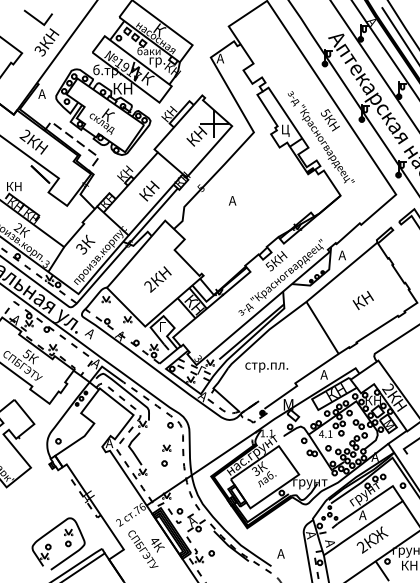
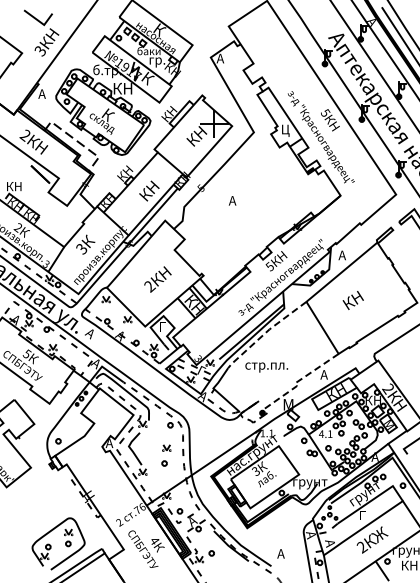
text at (362, 300) position: (362, 300) -> (352, 300)
line at (265, 333): solid -> dashed
line at (297, 381): solid -> dashed
text at (362, 514): А -> Г
